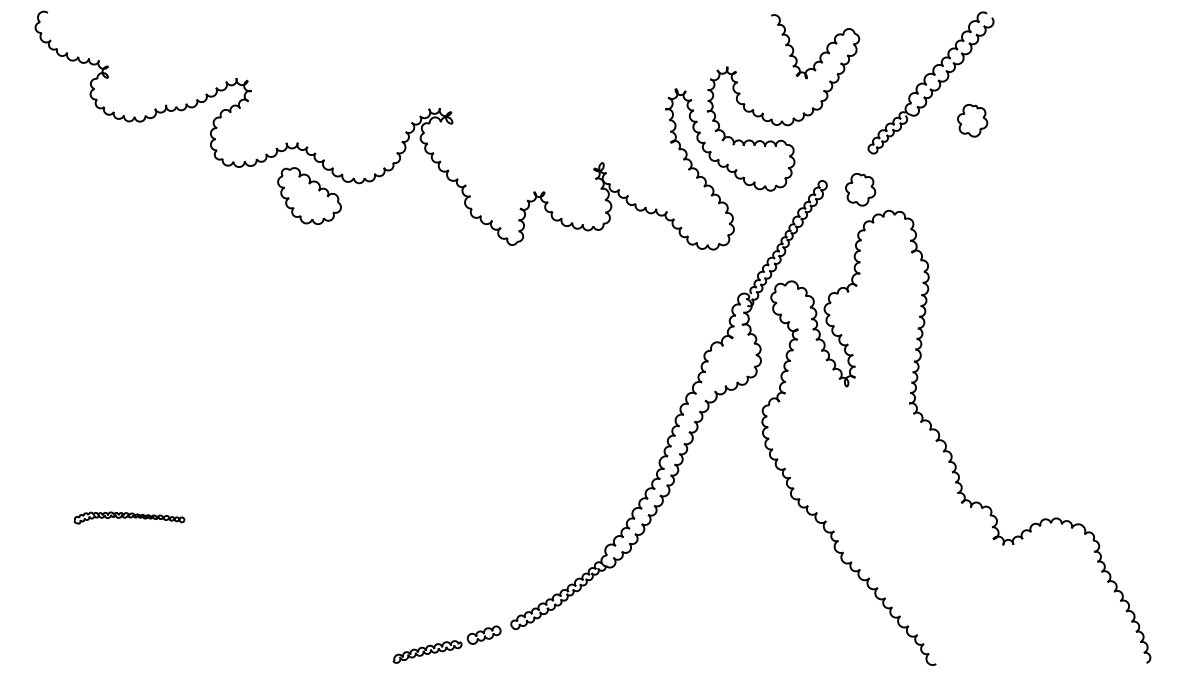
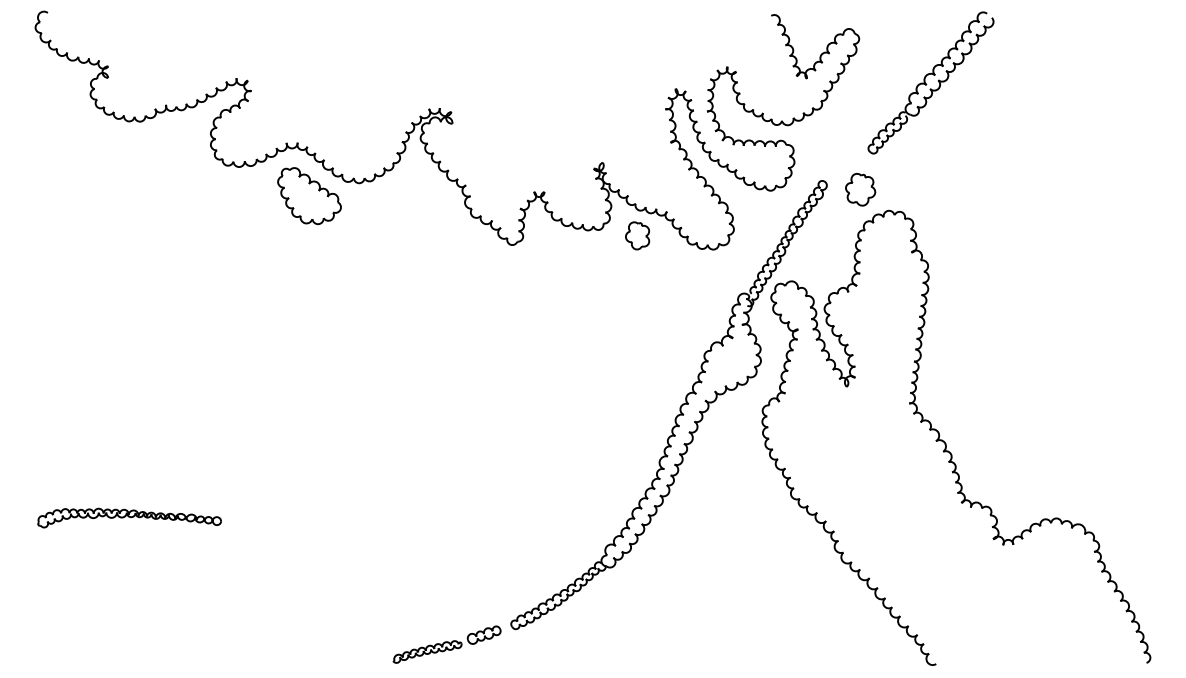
part at (972, 120): present -> none
part at (637, 235): none -> present
part at (129, 517) size: 113x14 px -> 185x22 px
